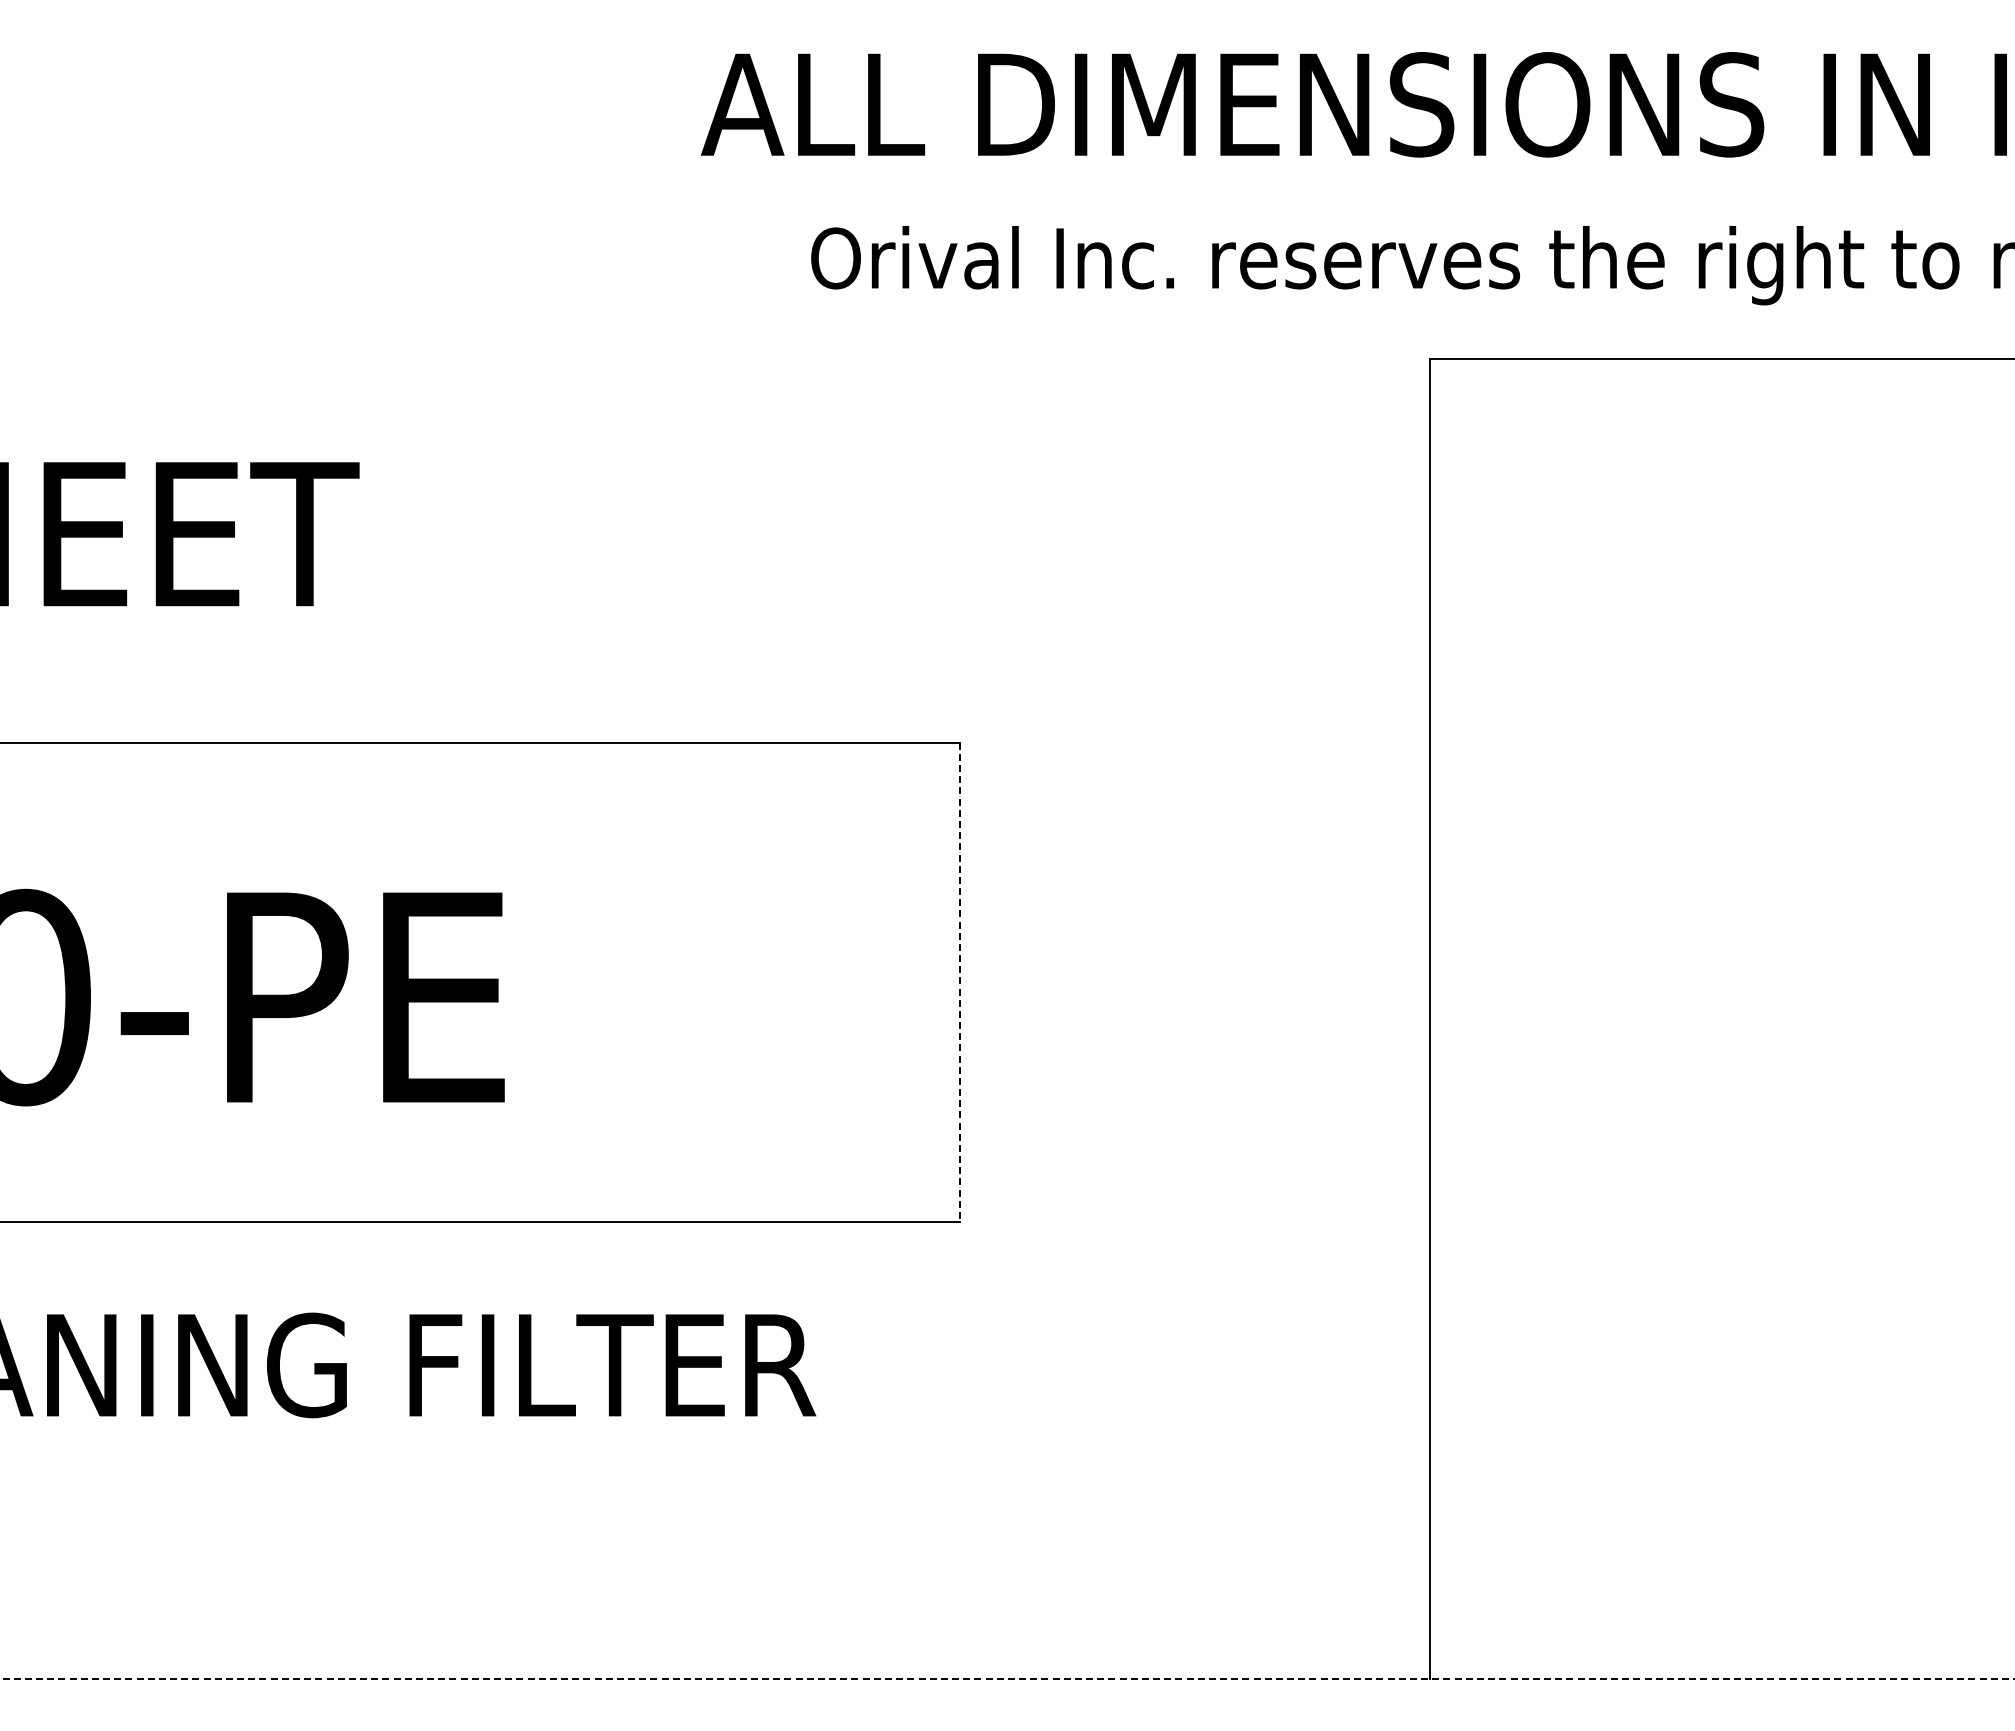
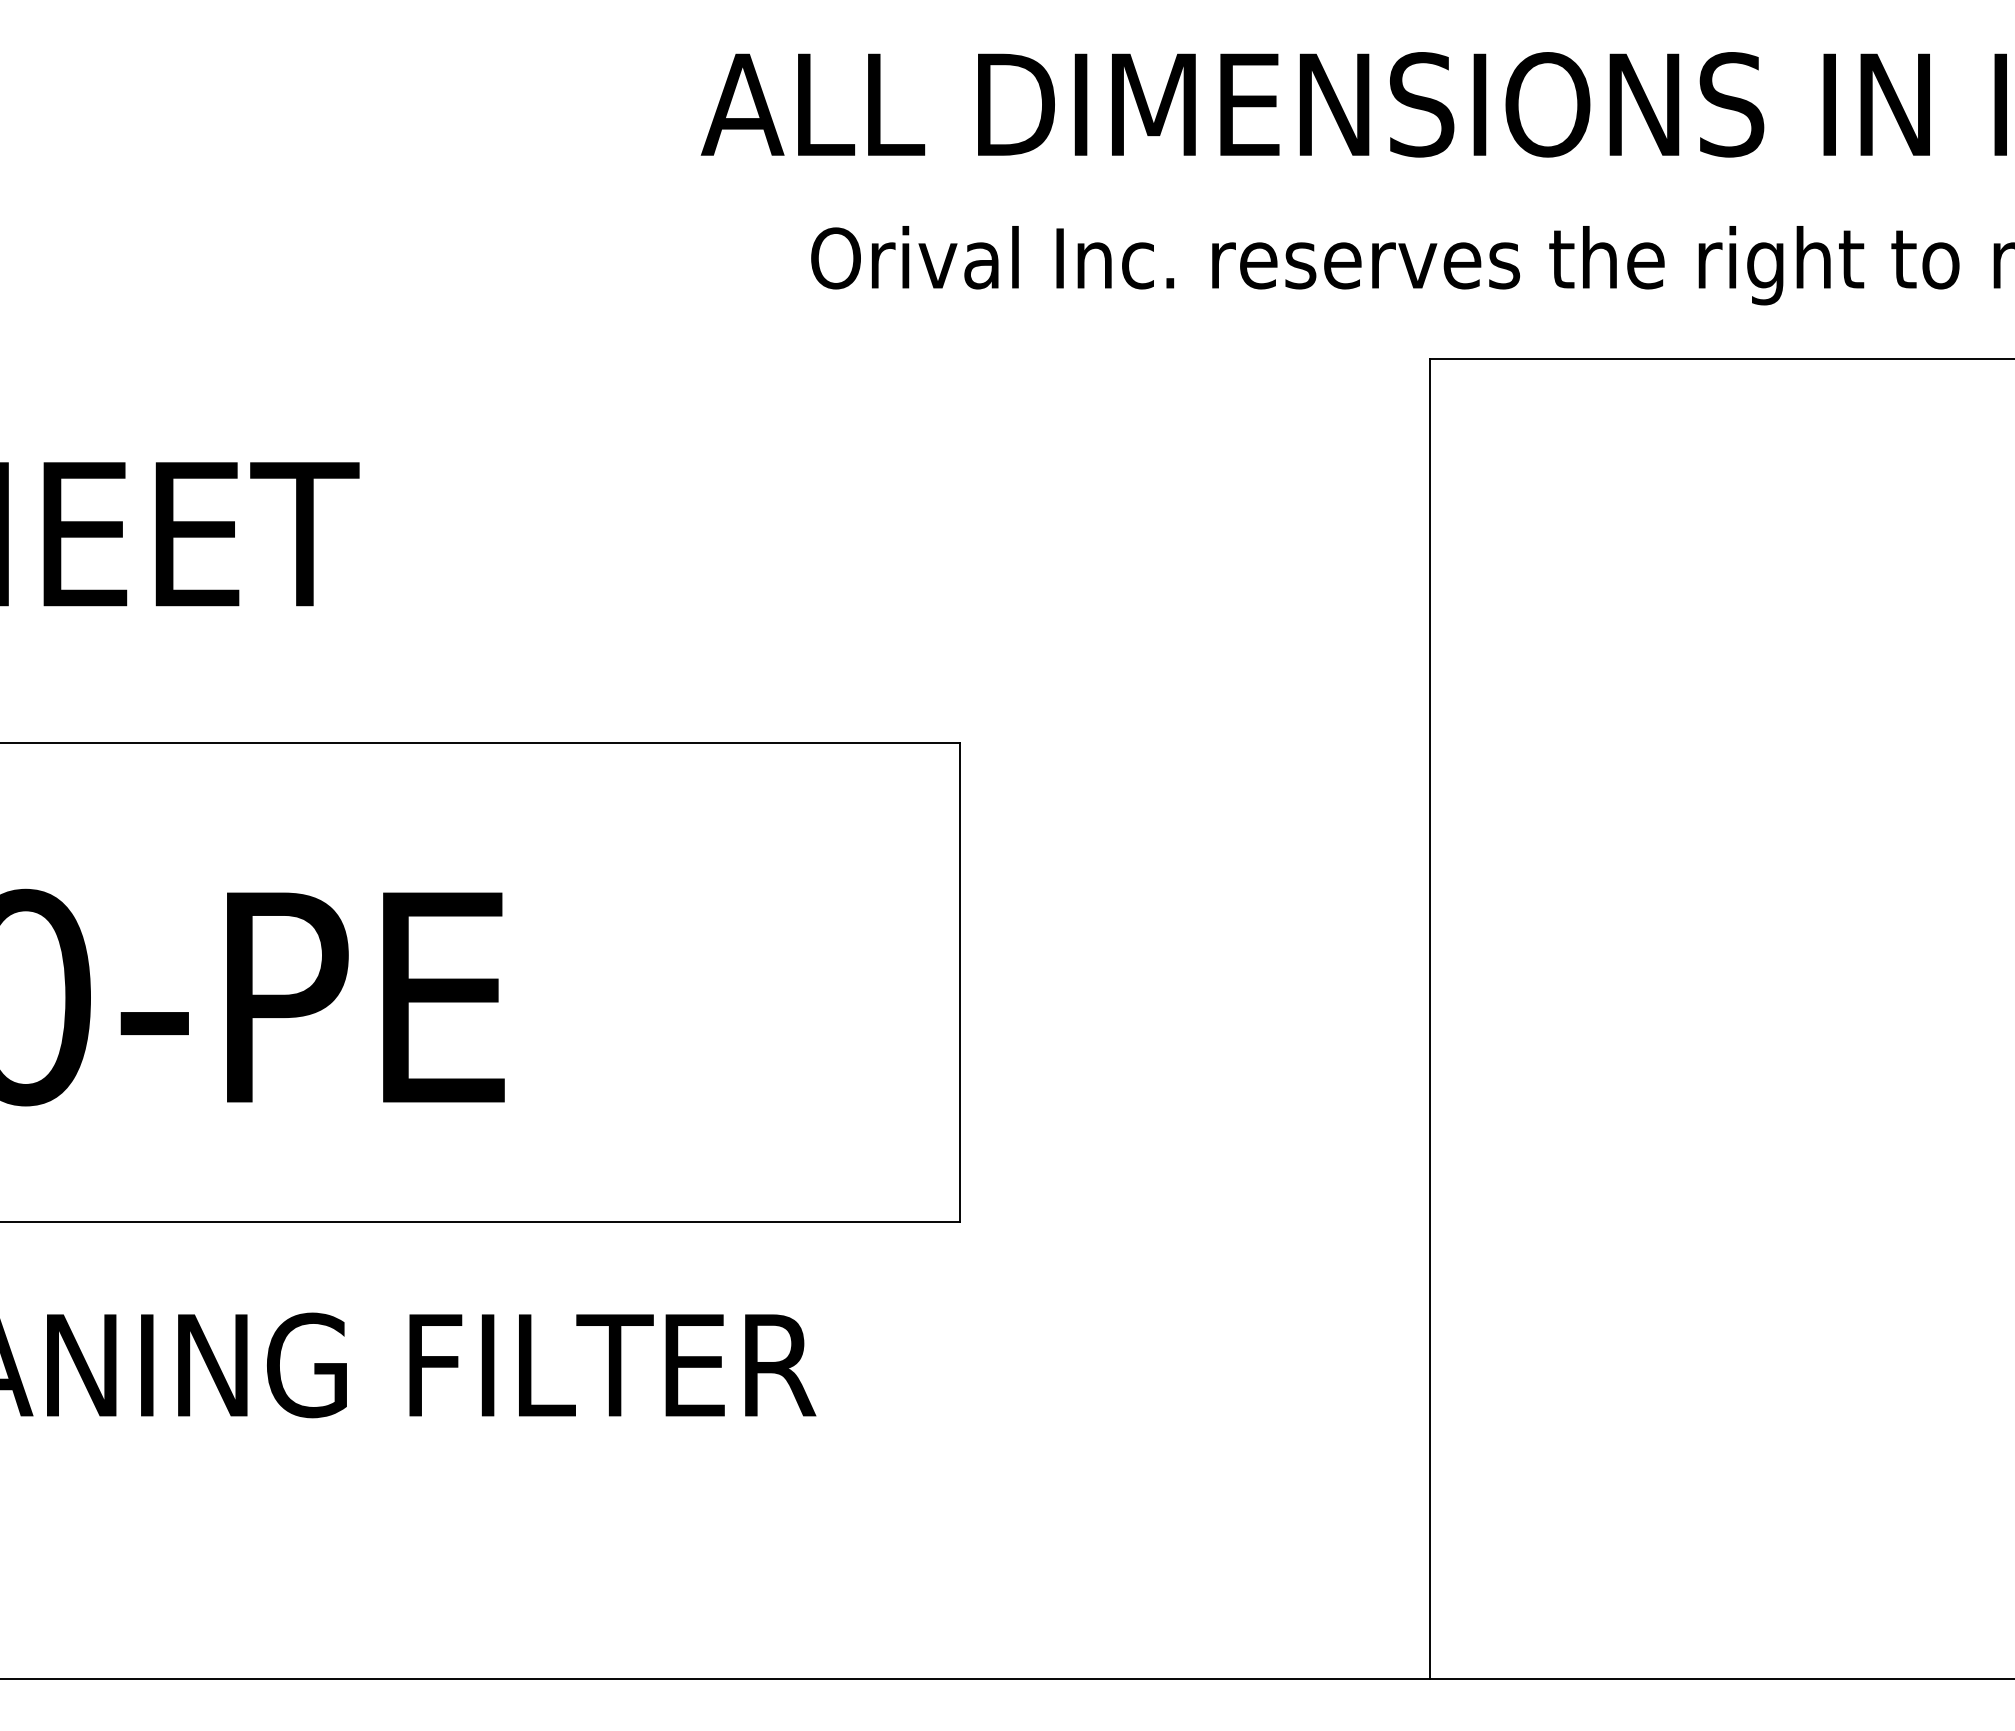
line at (960, 982): dashed -> solid
line at (1007, 1678): dashed -> solid
